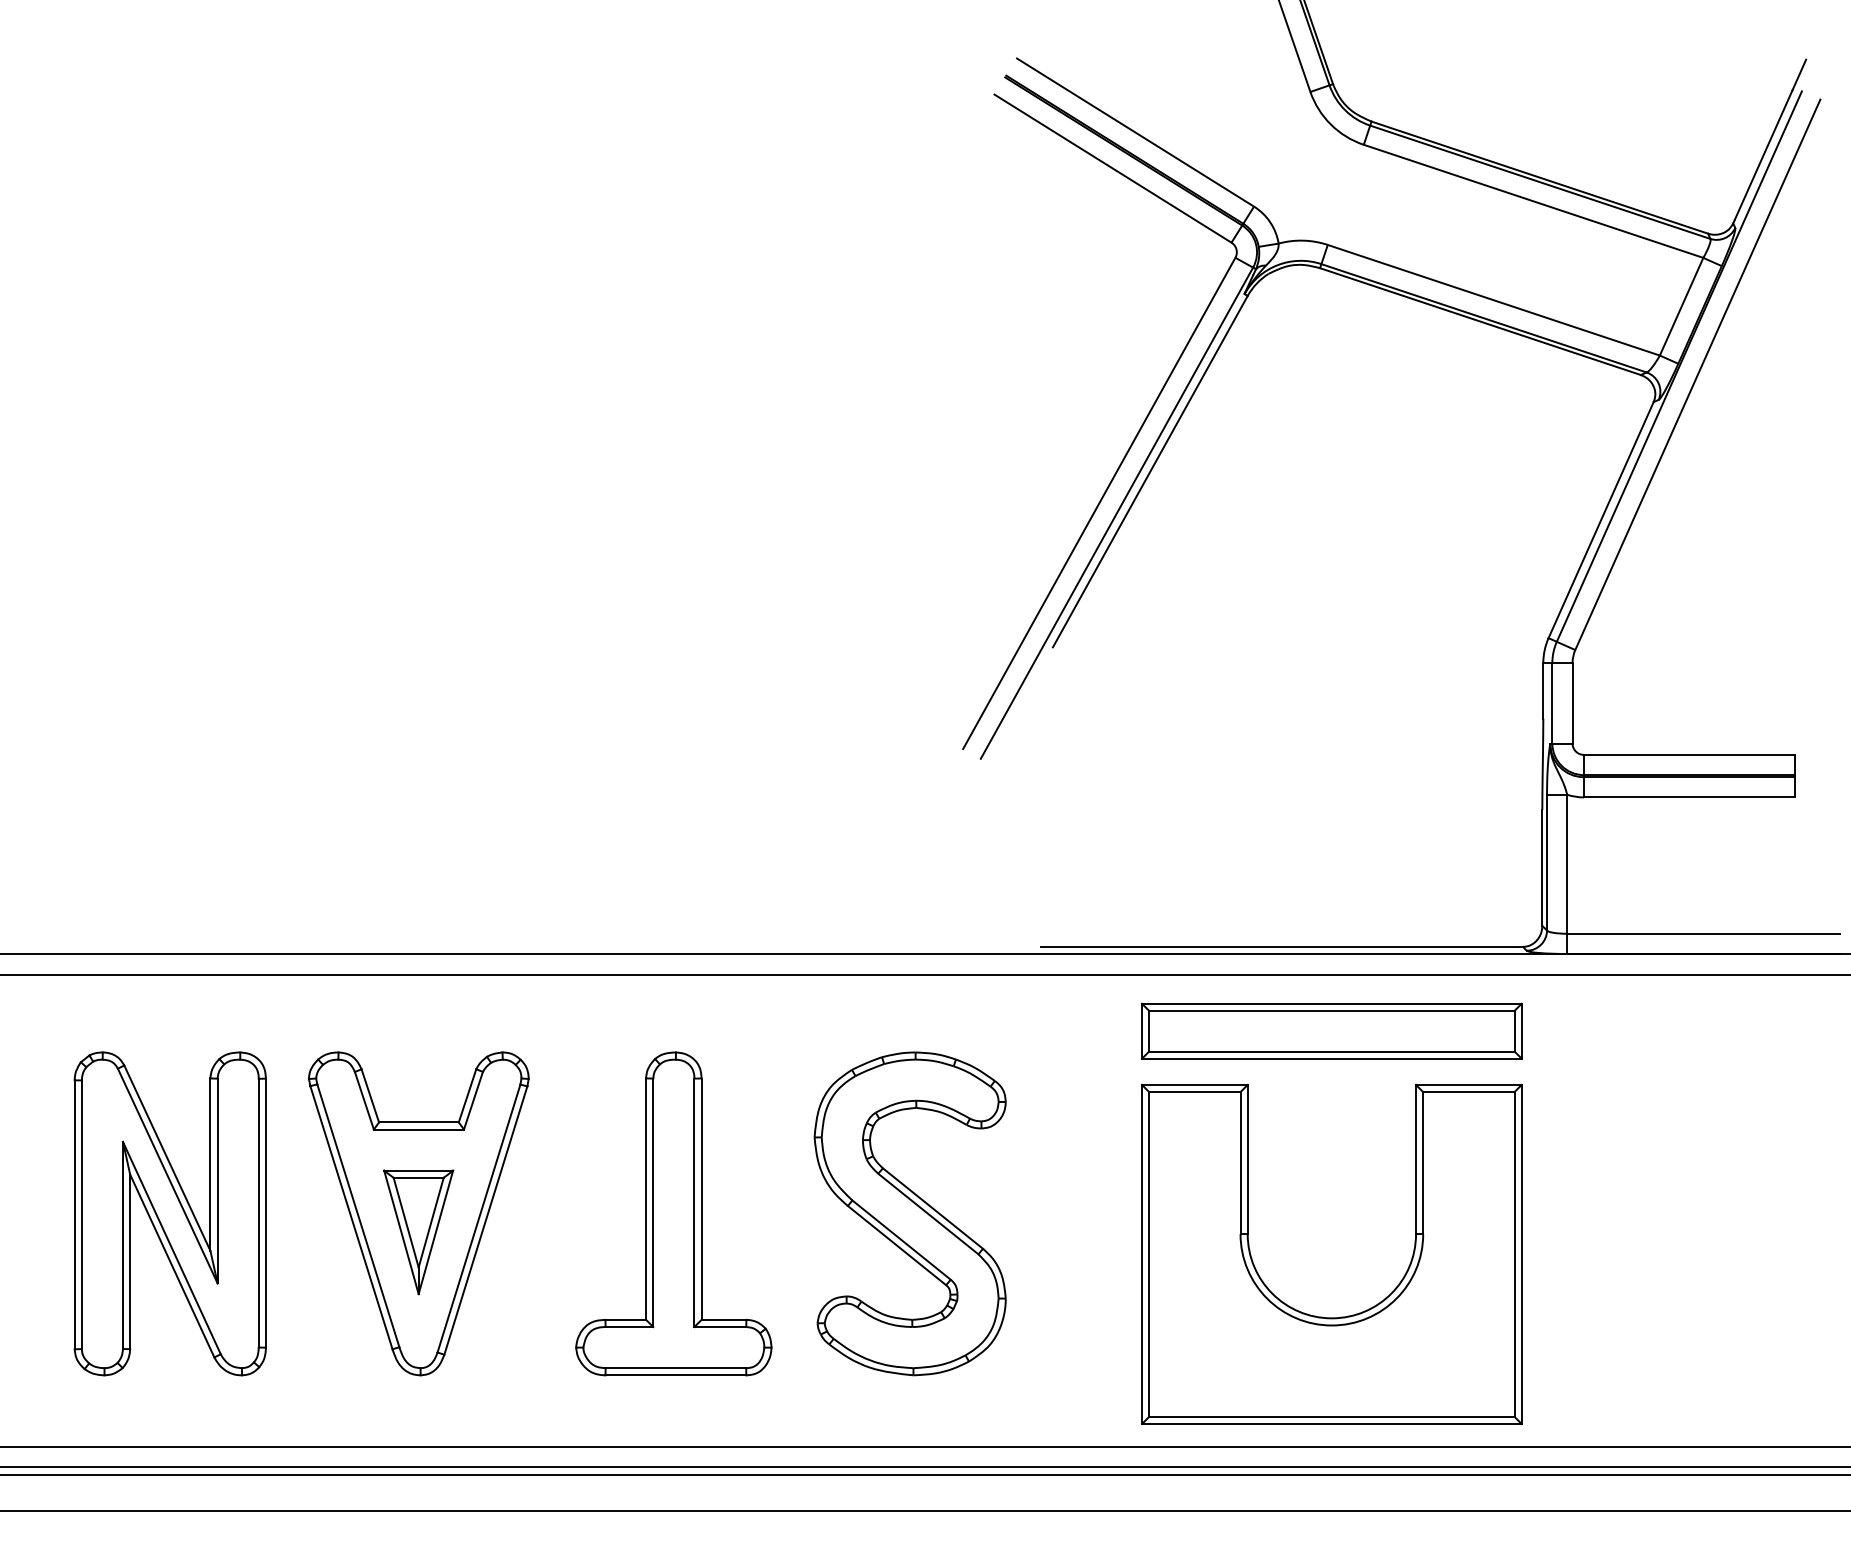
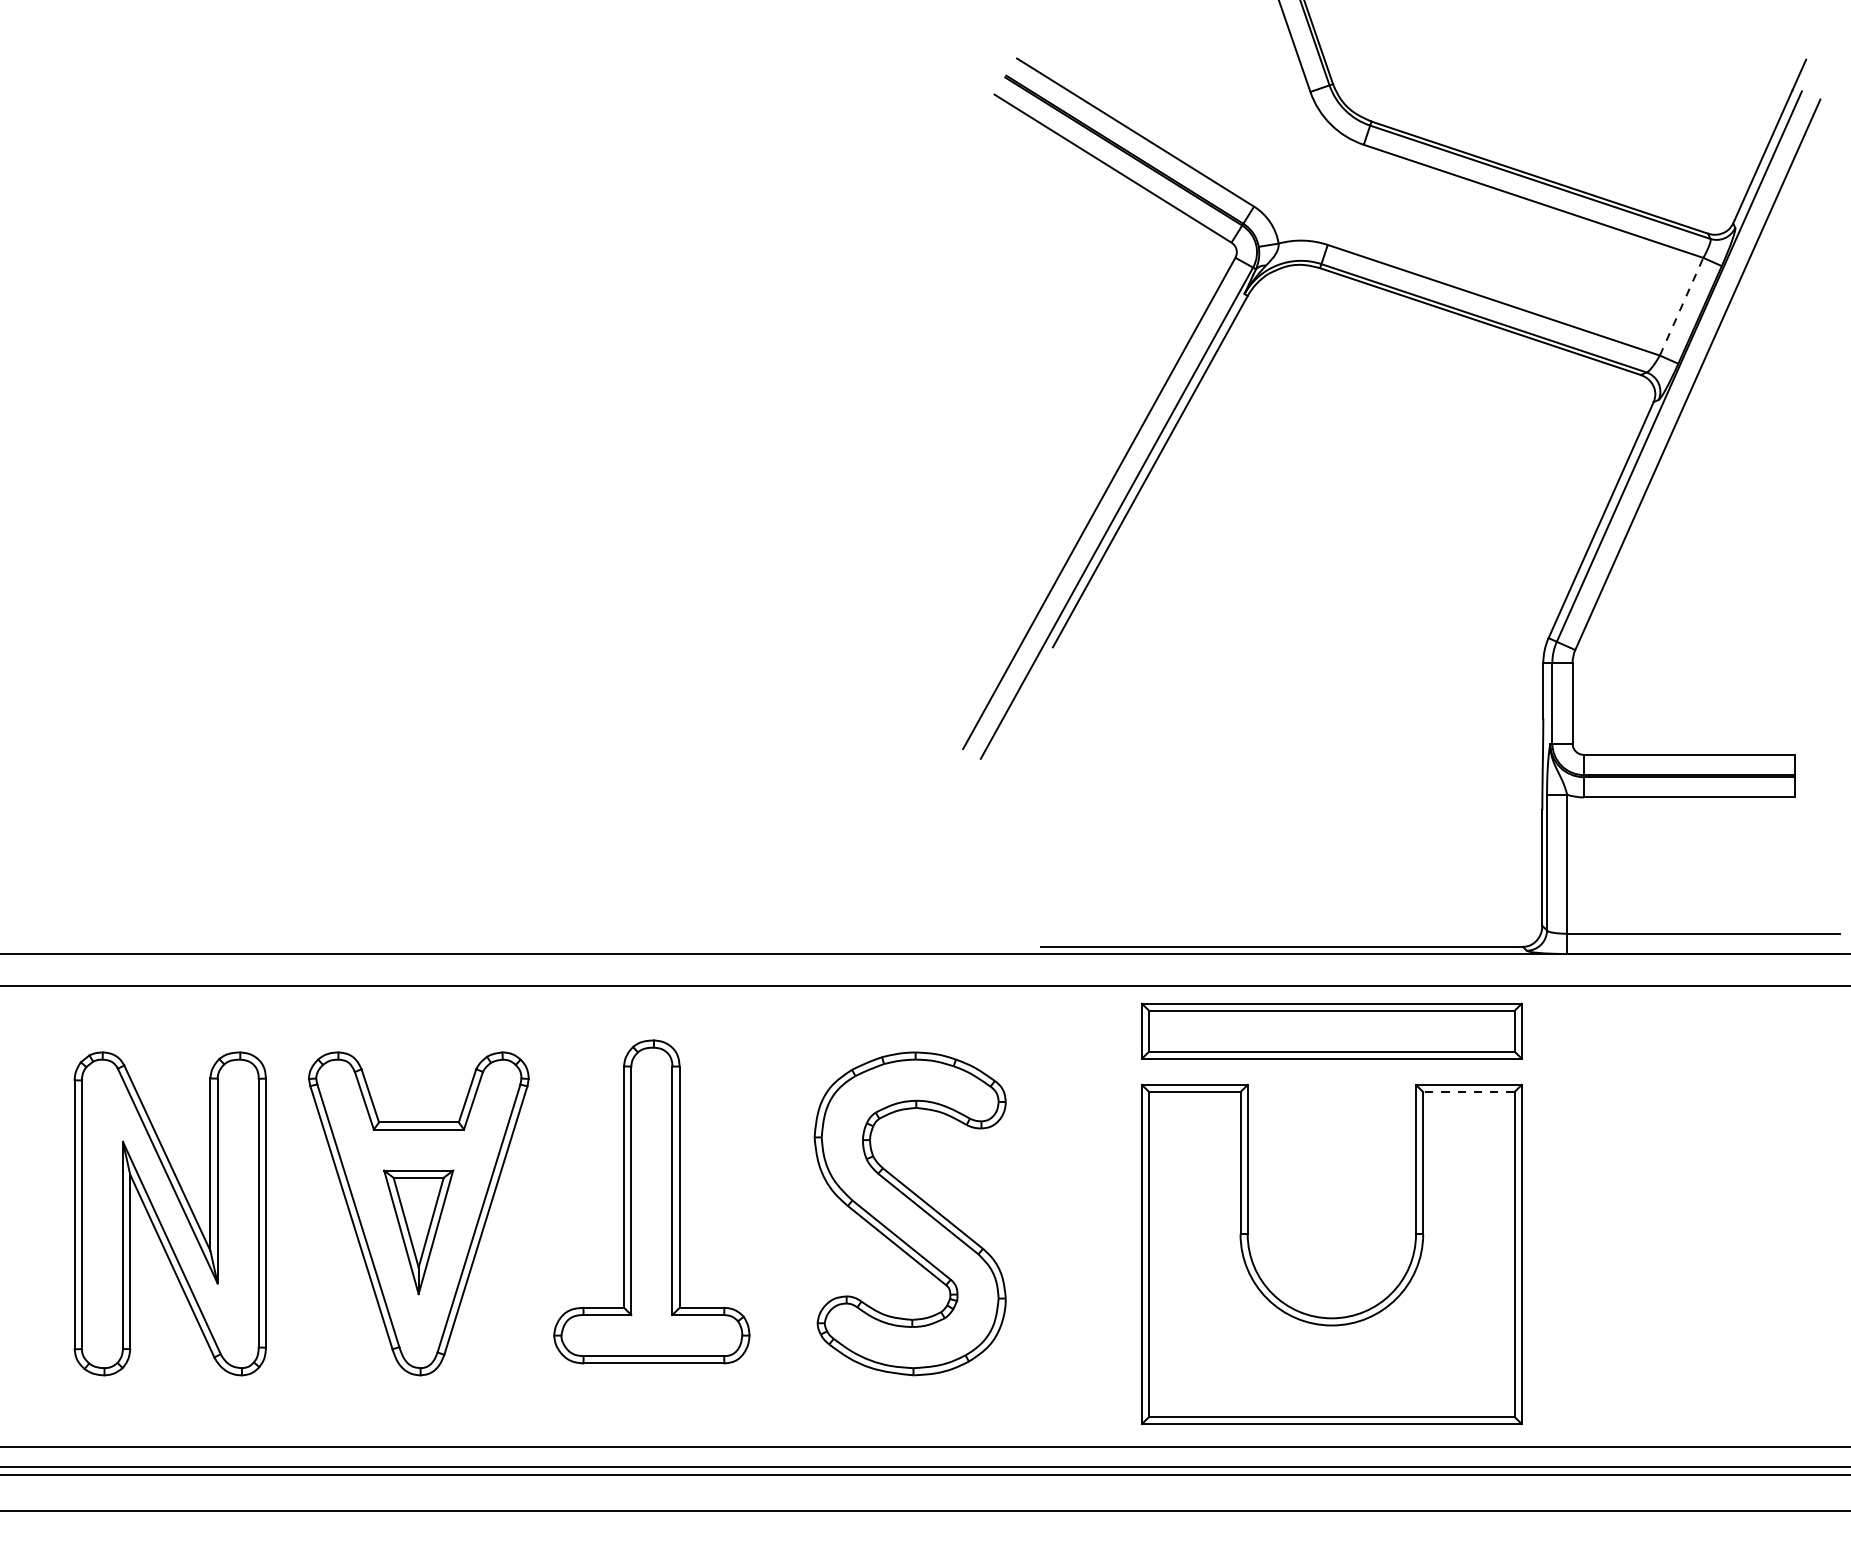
line at (1681, 306): solid -> dashed
line at (924, 974) position: (924, 974) -> (924, 985)
line at (1468, 1092): solid -> dashed
part at (673, 1213) position: (673, 1213) -> (651, 1201)
